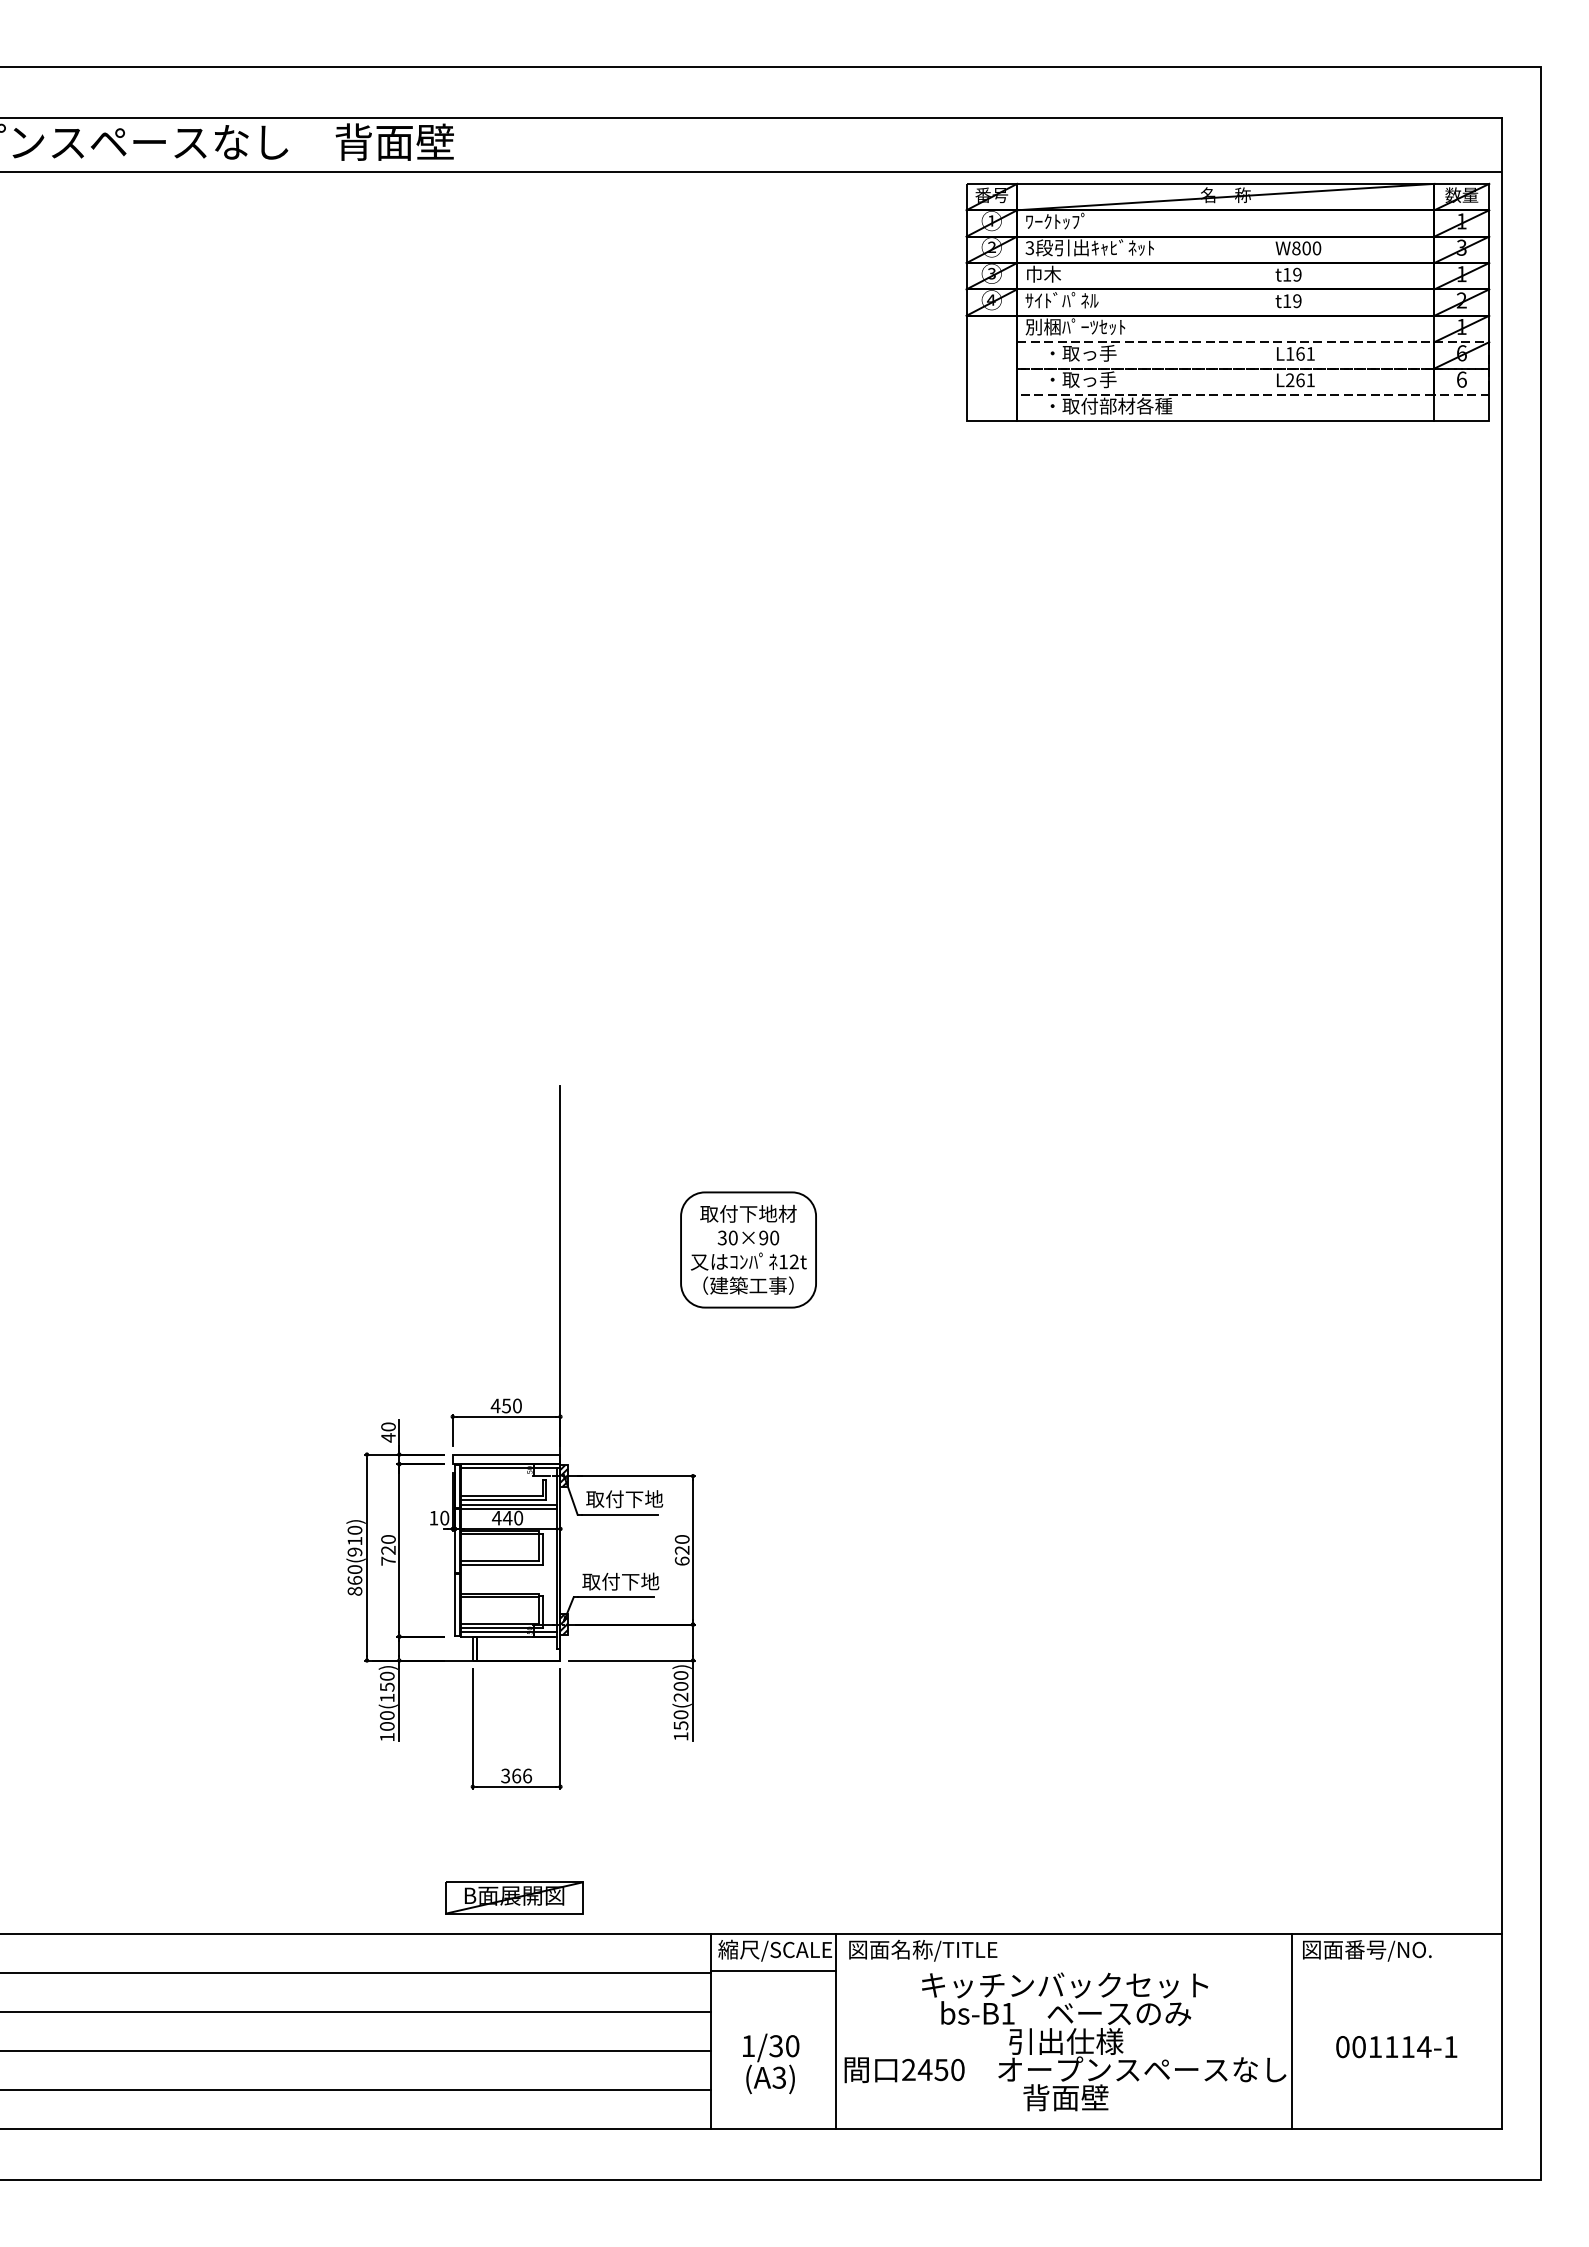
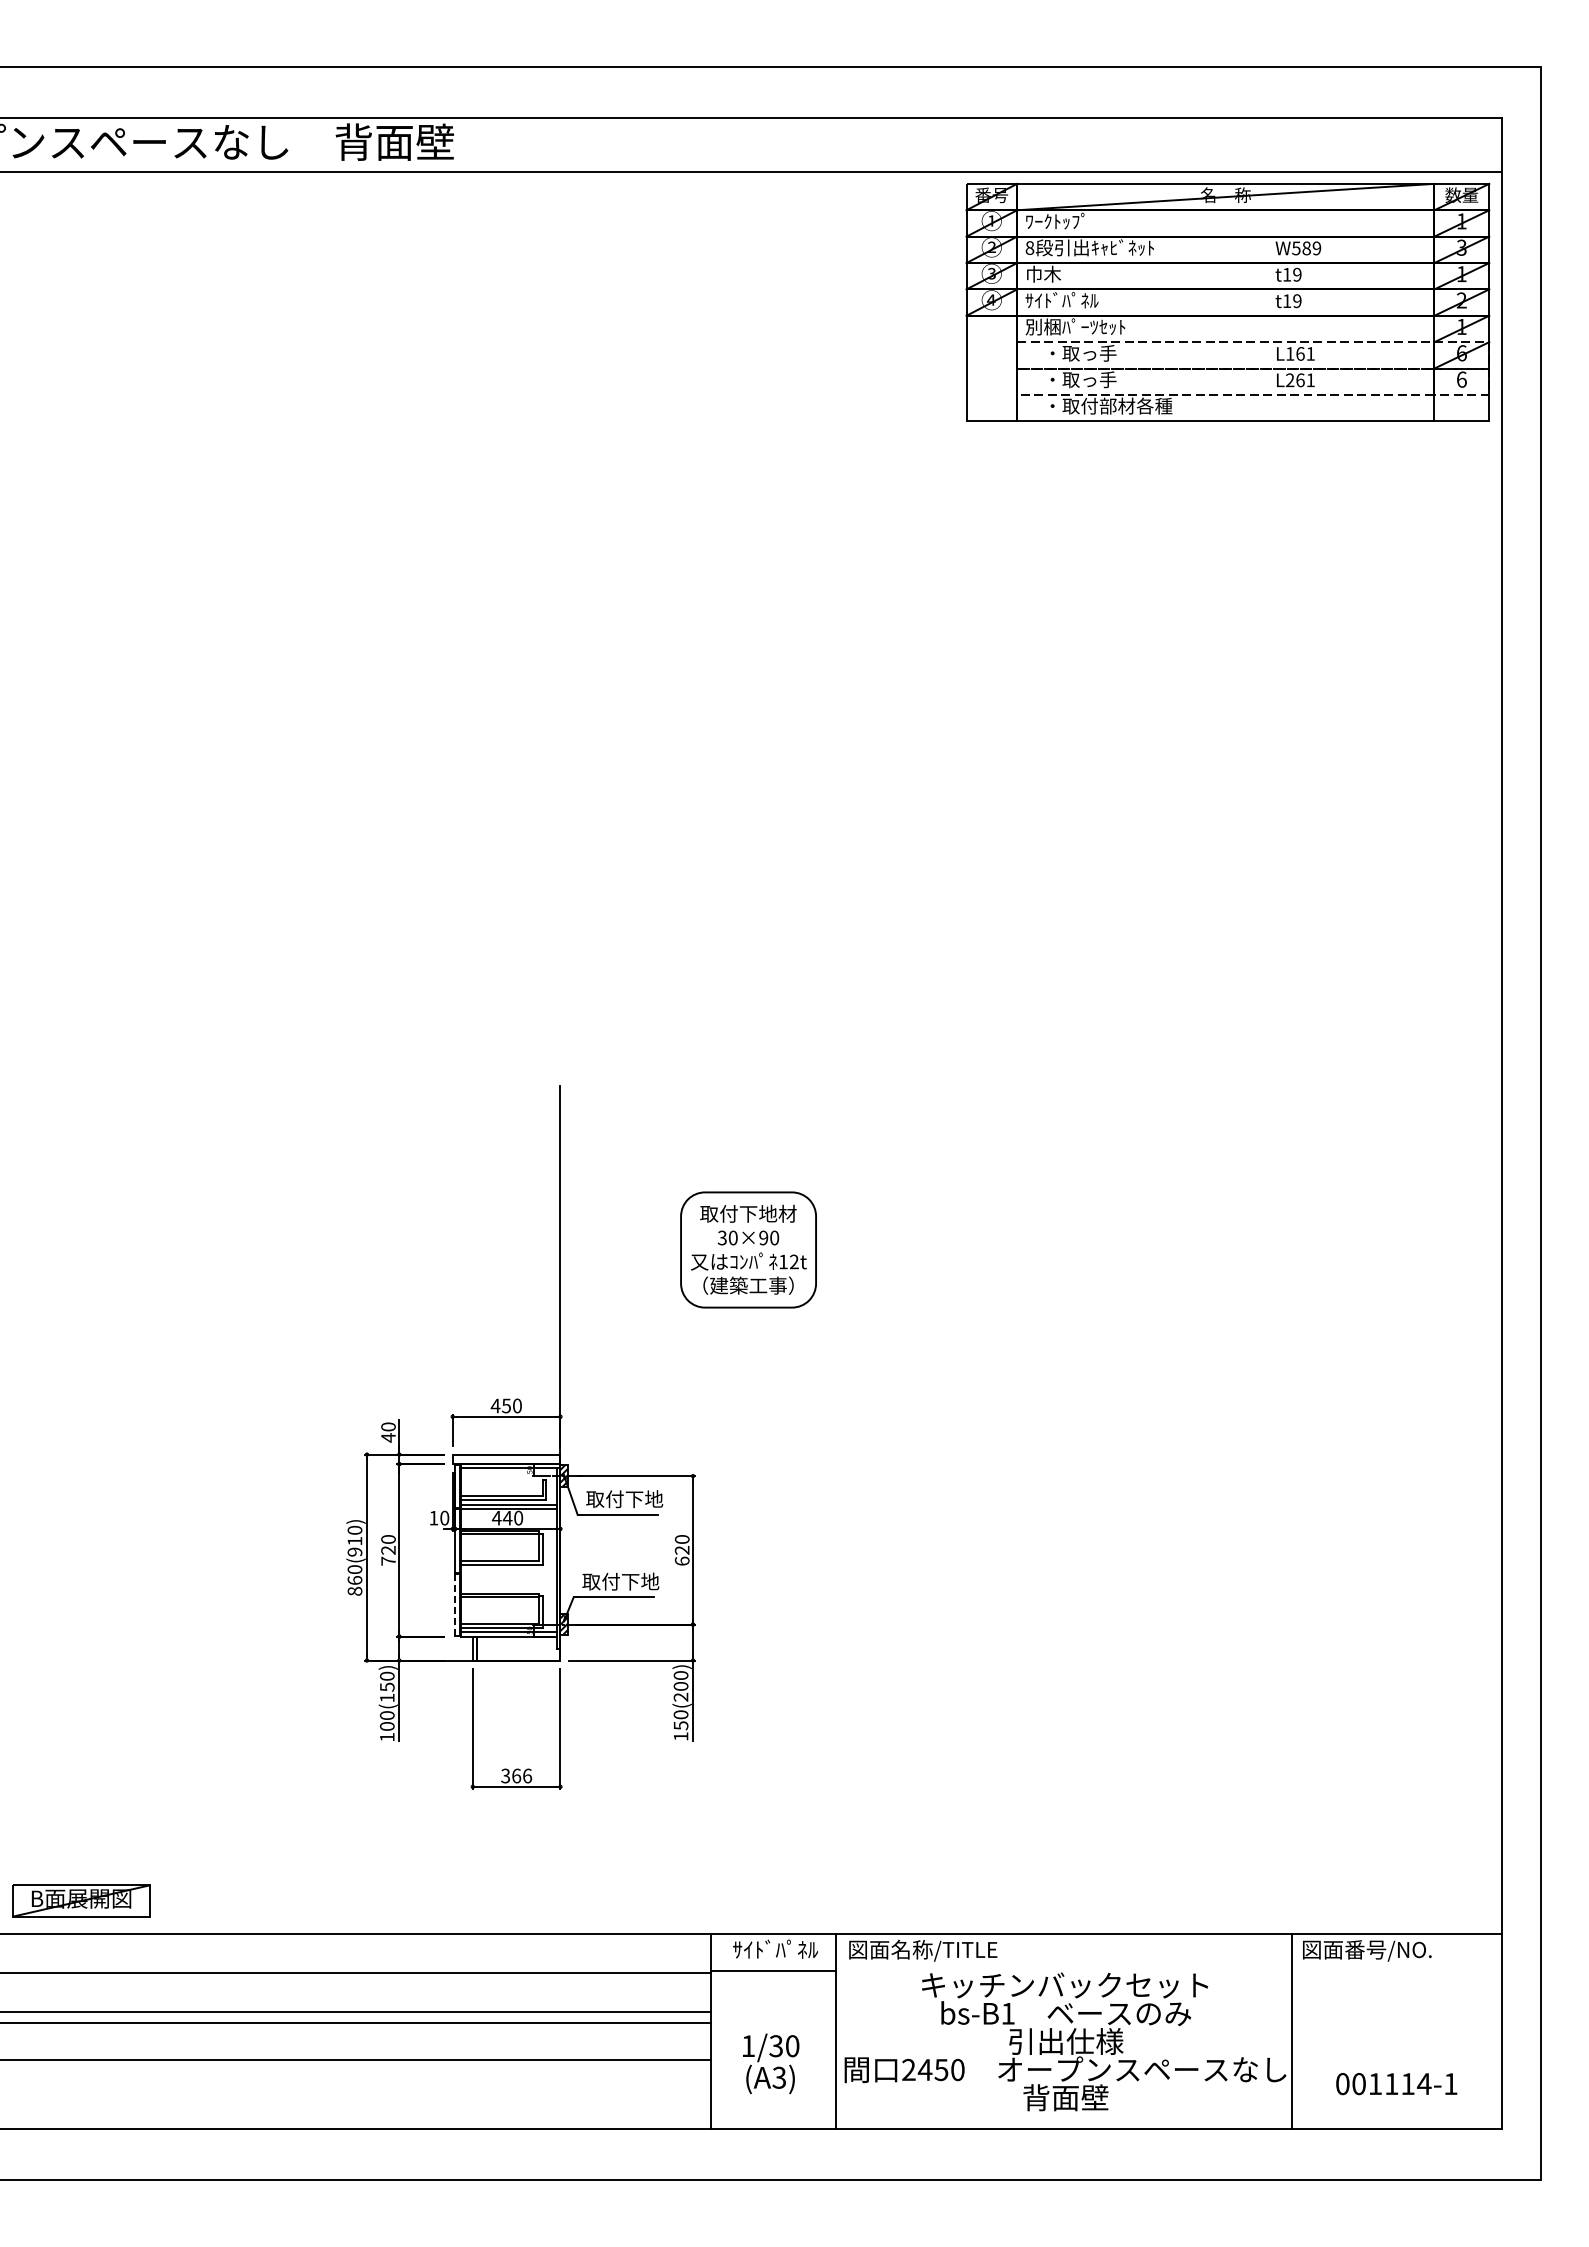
text at (1029, 247): 3 -> 8
text at (1306, 248): W800 -> W589
line at (455, 1605): solid -> dashed
part at (514, 1897) position: (514, 1897) -> (81, 1900)
text at (775, 1950): 縮尺/SCALE -> ｻｲﾄﾞﾊﾟﾈﾙ
text at (1396, 2047) position: (1396, 2047) -> (1396, 2084)
line at (356, 2050) position: (356, 2050) -> (356, 2022)
line at (356, 2089) position: (356, 2089) -> (356, 2059)
